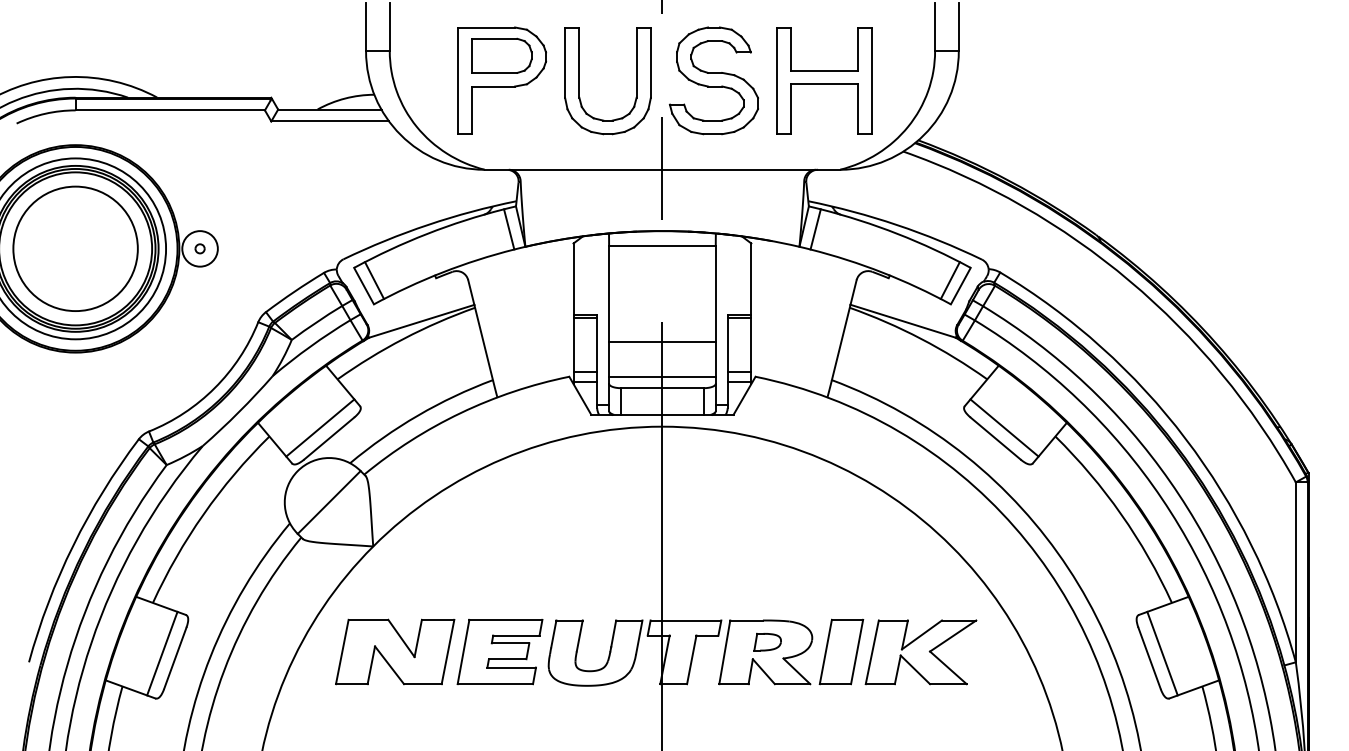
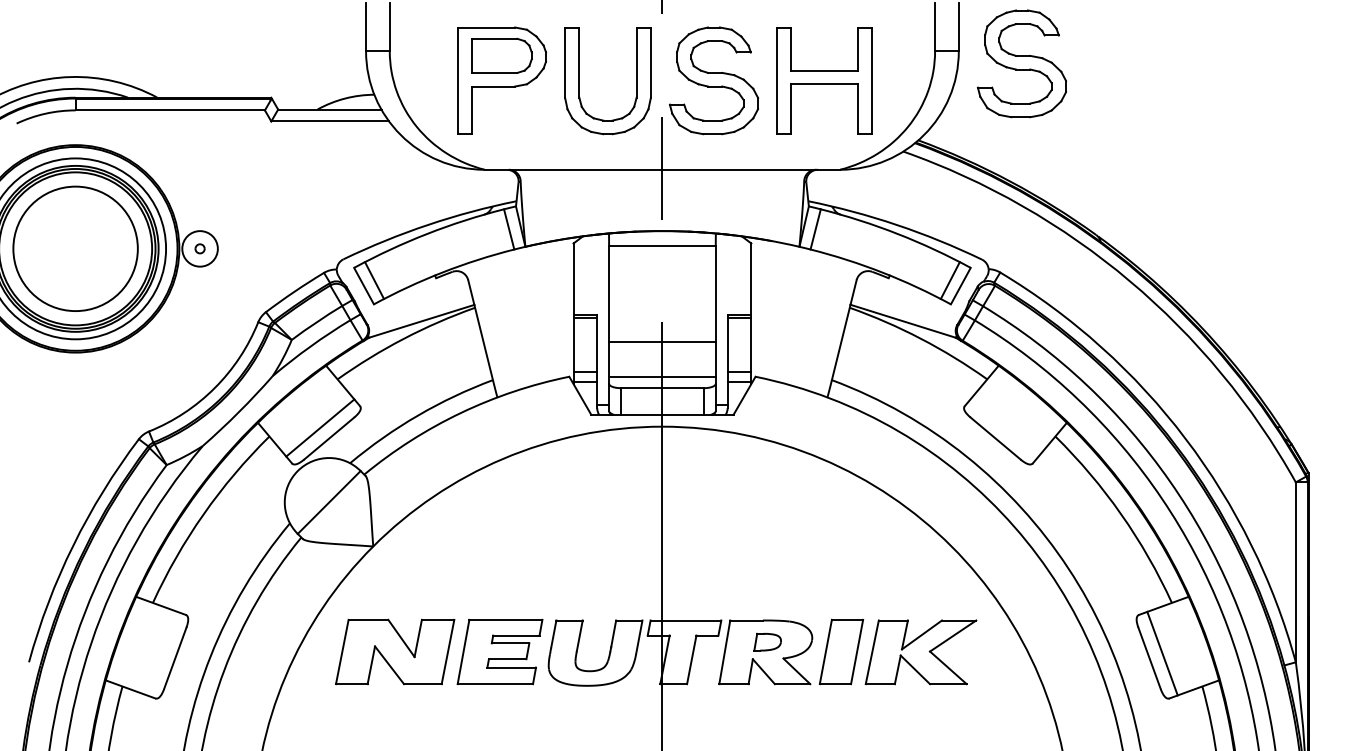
part at (1021, 63): none -> present
line at (1004, 427): present -> none
line at (162, 653): present -> none
